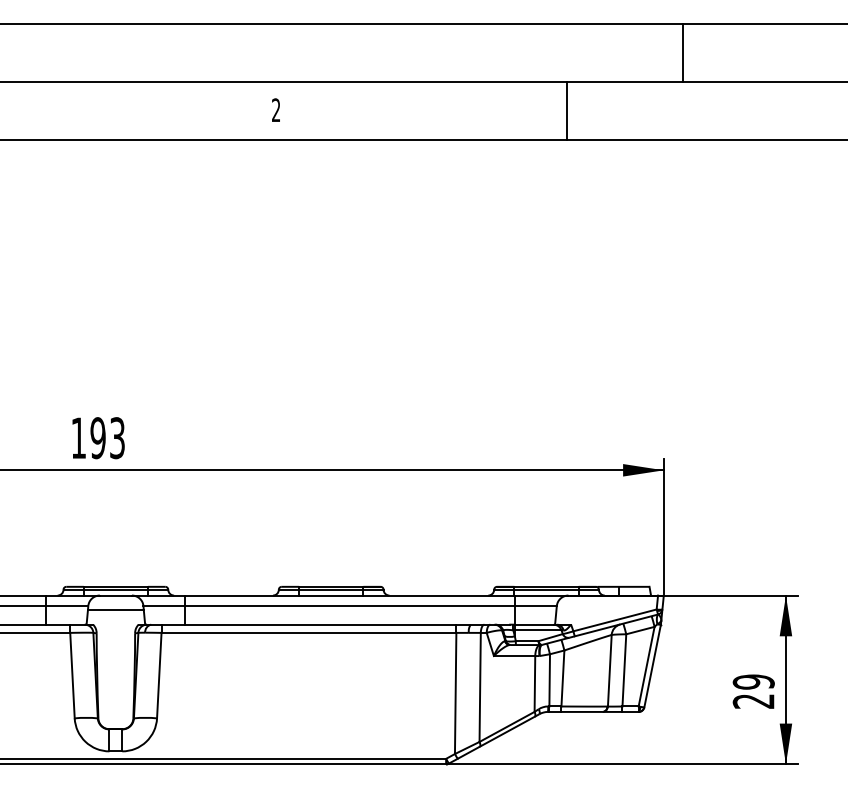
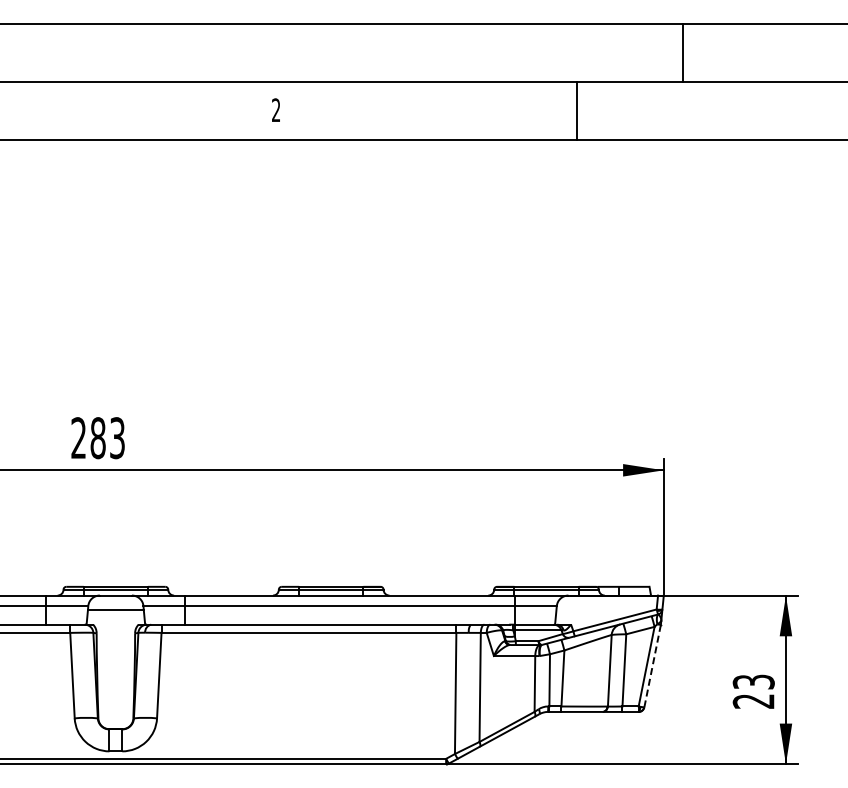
line at (566, 110) position: (566, 110) -> (576, 110)
text at (88, 438): 193 -> 283
line at (652, 665): solid -> dashed
text at (753, 681): 29 -> 23
